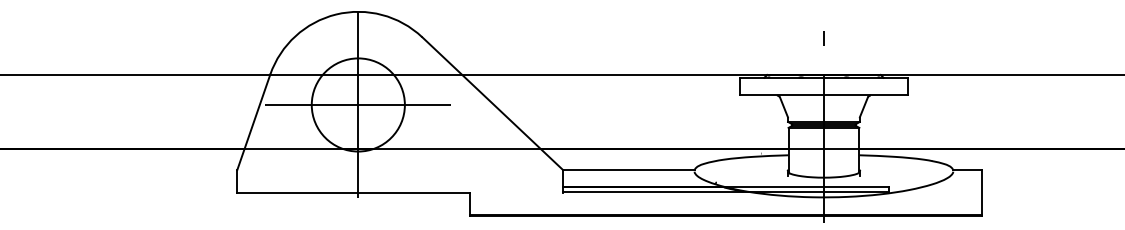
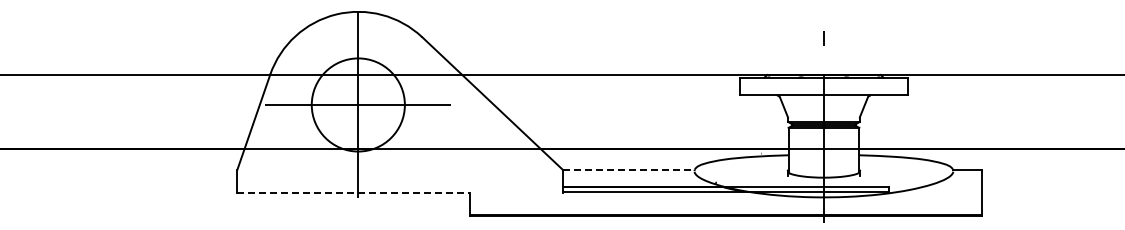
line at (629, 169): solid -> dashed
line at (354, 192): solid -> dashed
